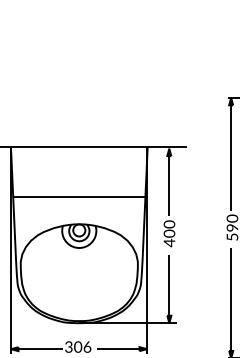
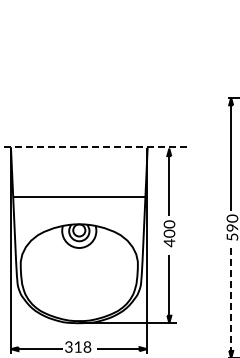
line at (93, 147): solid -> dashed
line at (231, 300): solid -> dashed
text at (82, 346): 306 -> 318
